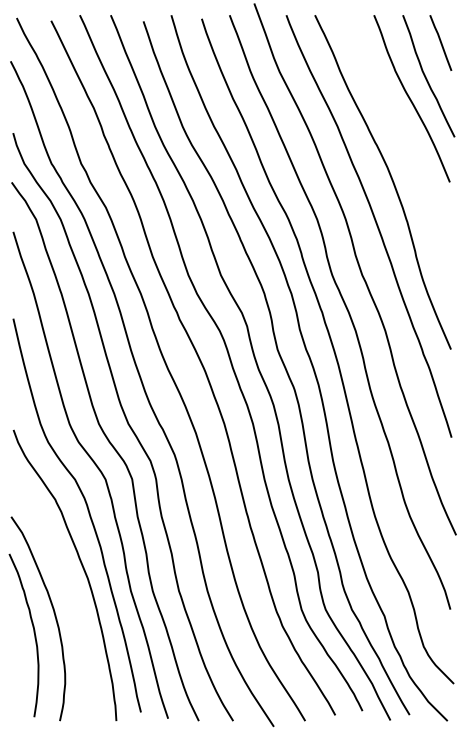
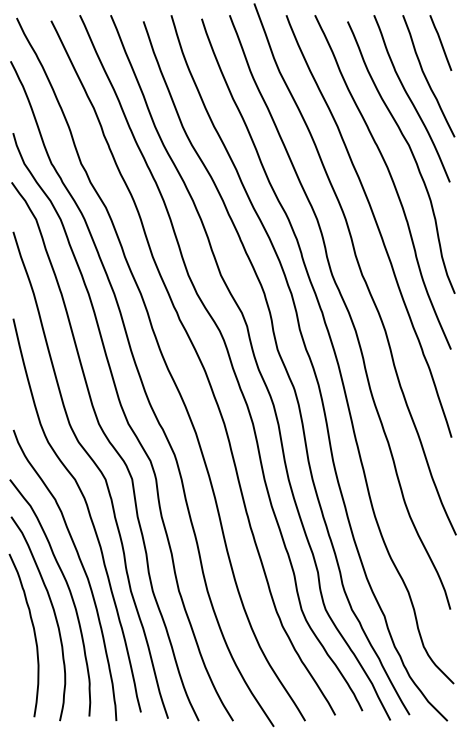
curve at (411, 154): none -> present
curve at (68, 590): none -> present
